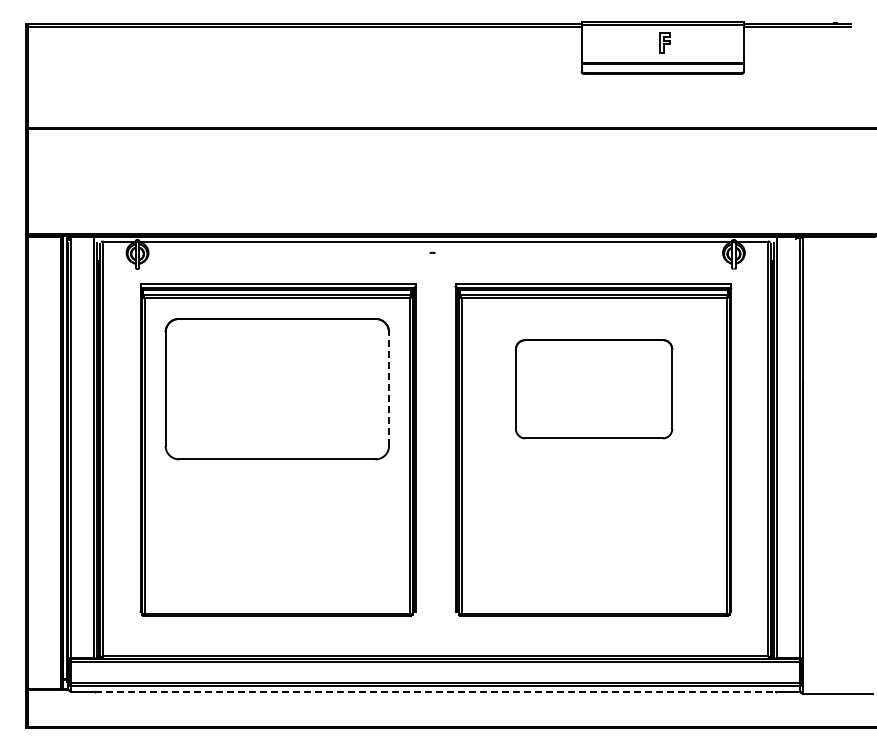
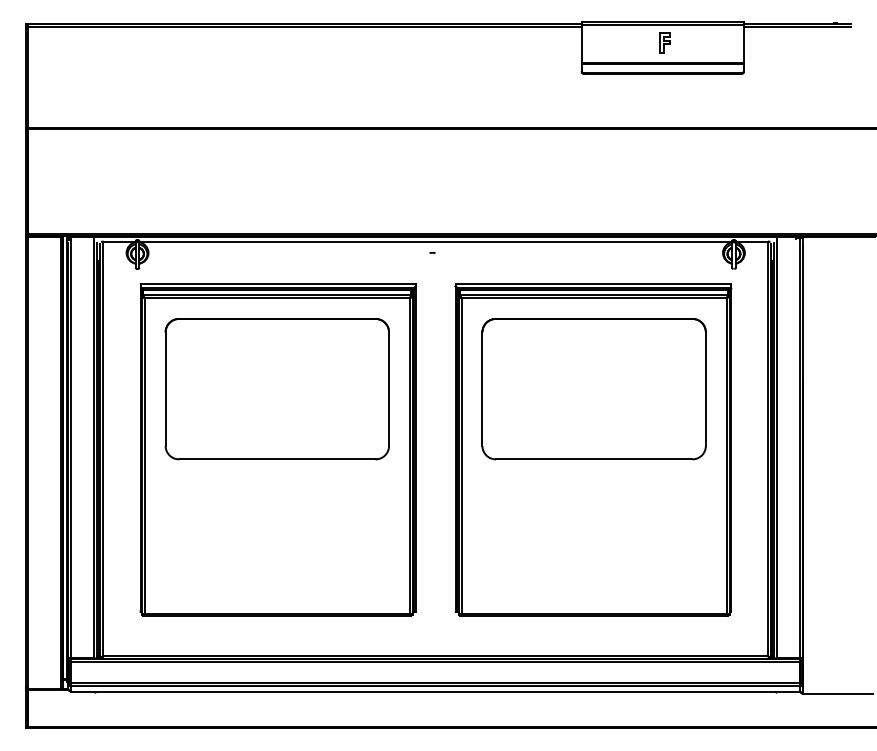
line at (389, 389): dashed -> solid
part at (594, 389) size: 159x101 px -> 226x143 px
line at (435, 691): dashed -> solid
